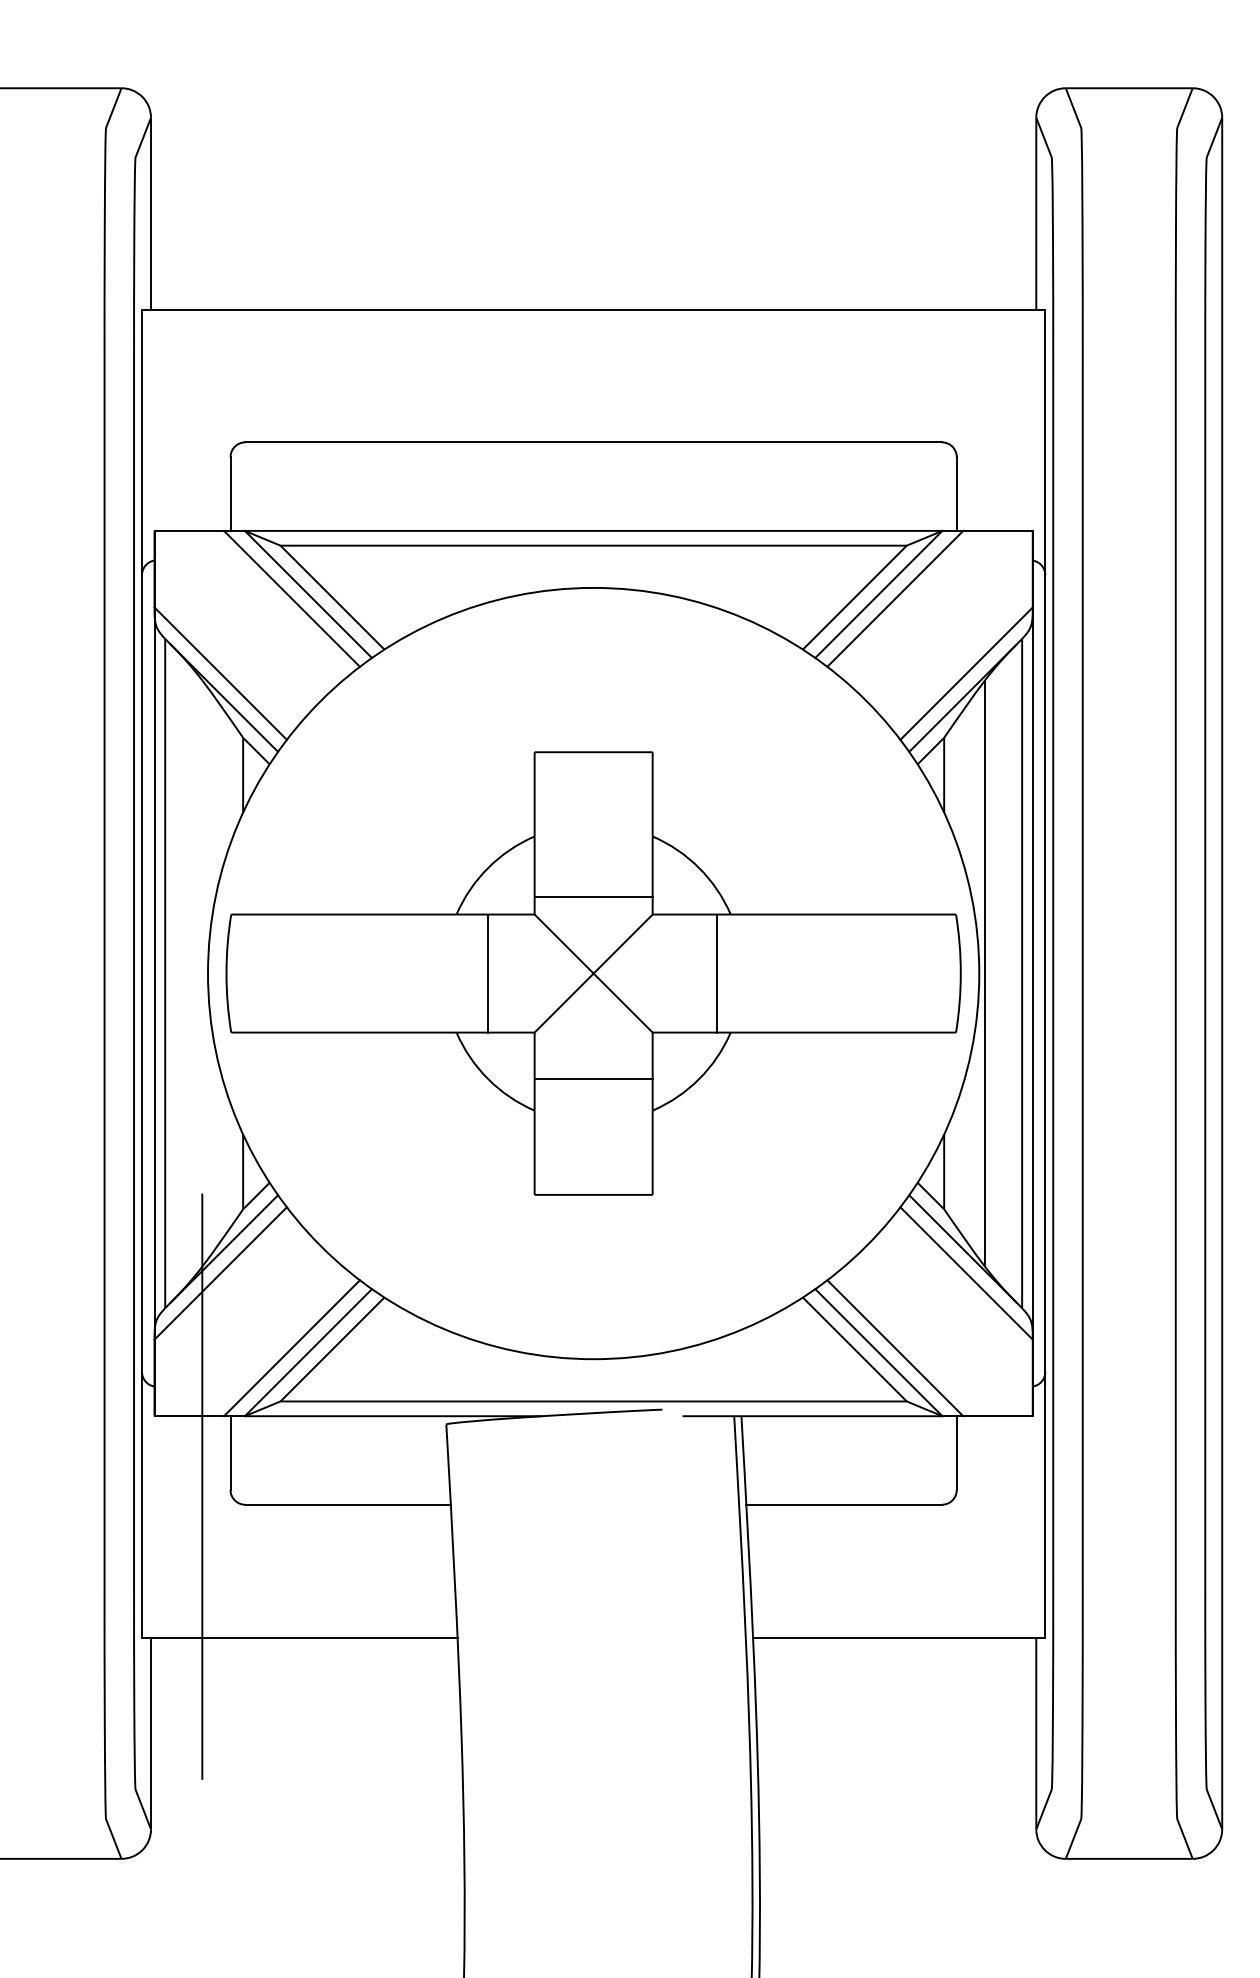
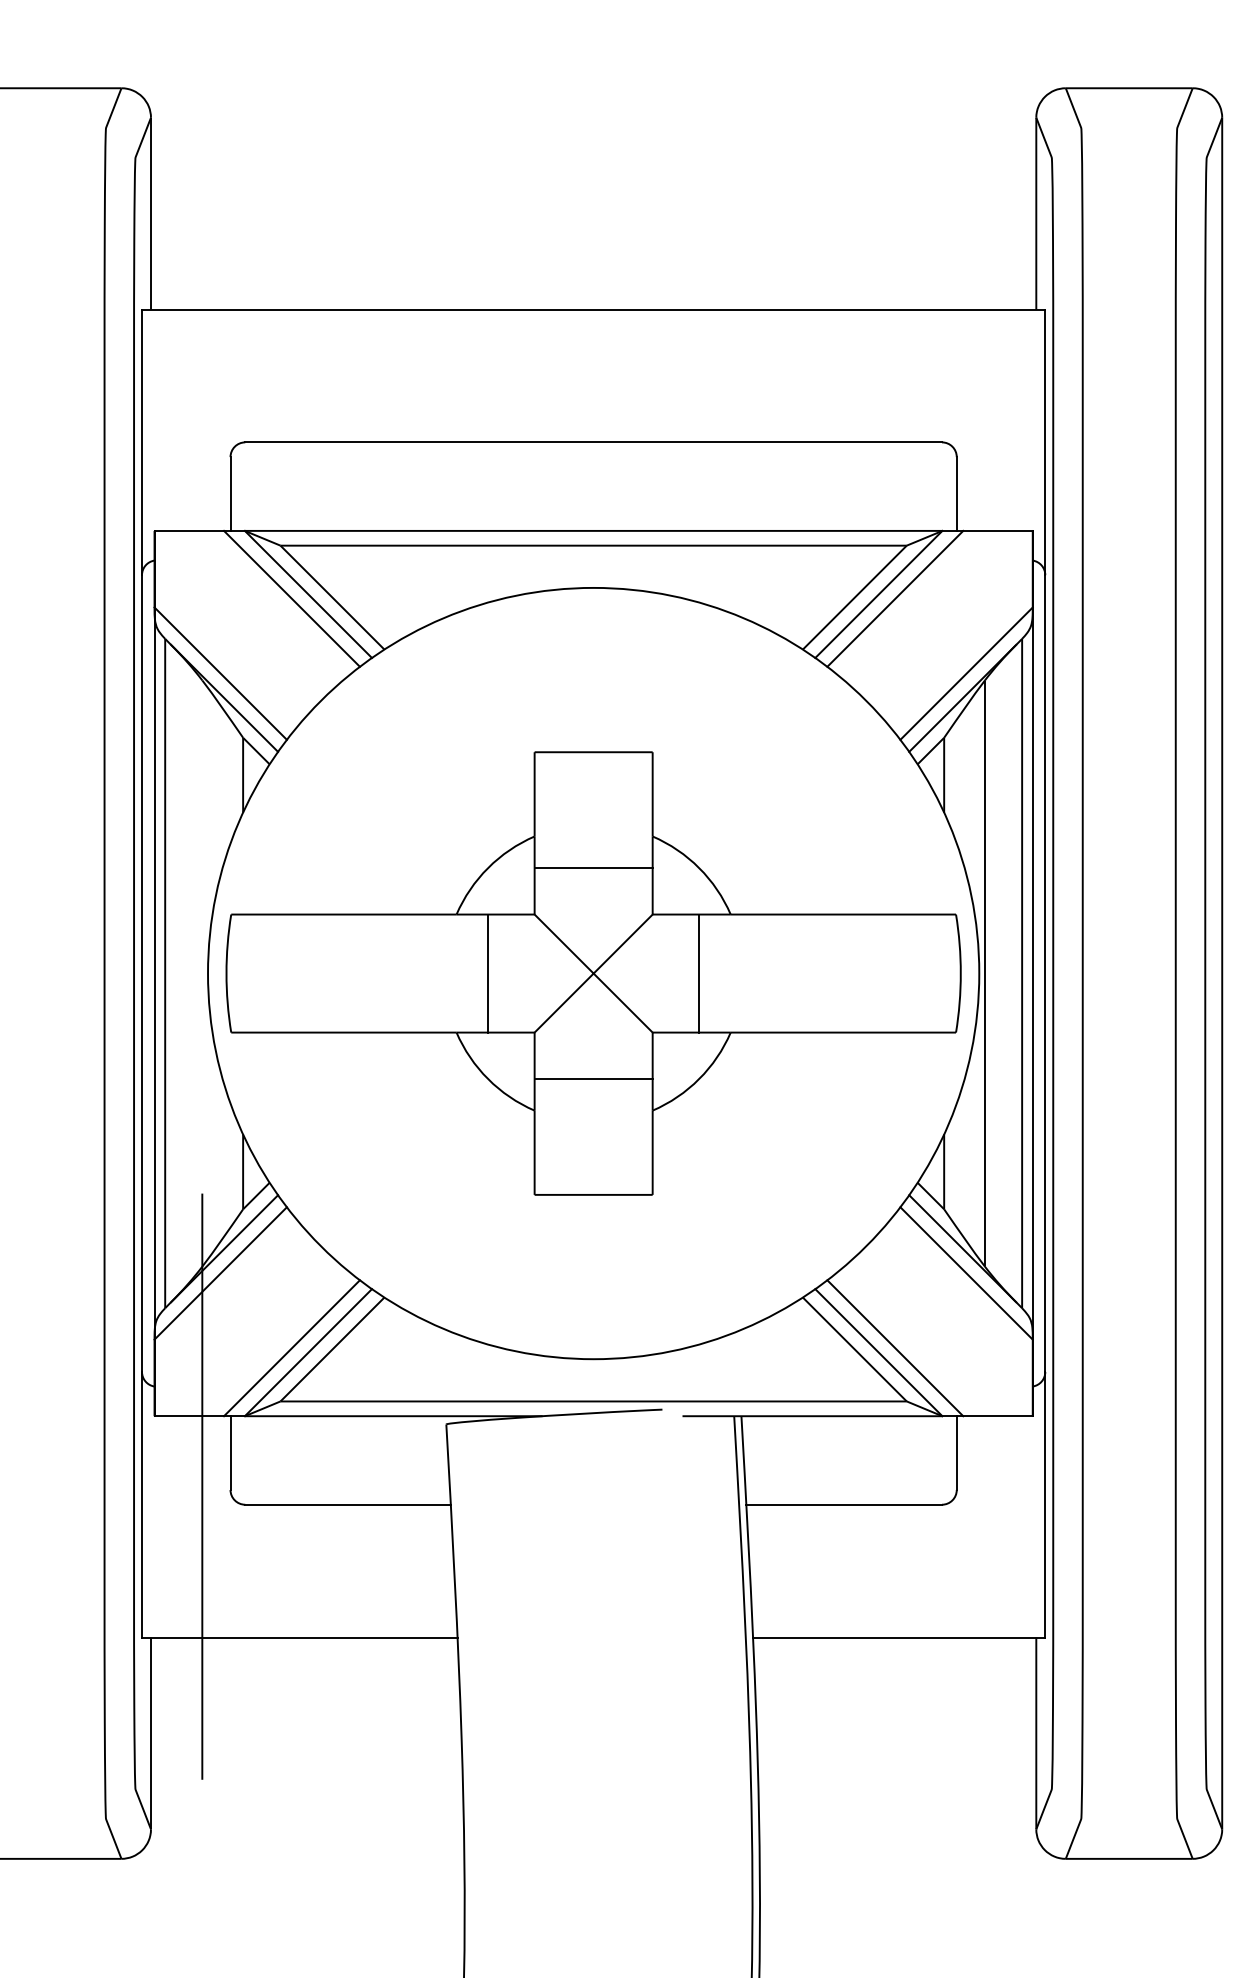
line at (593, 897) position: (593, 897) -> (593, 868)
line at (716, 973) position: (716, 973) -> (698, 973)
